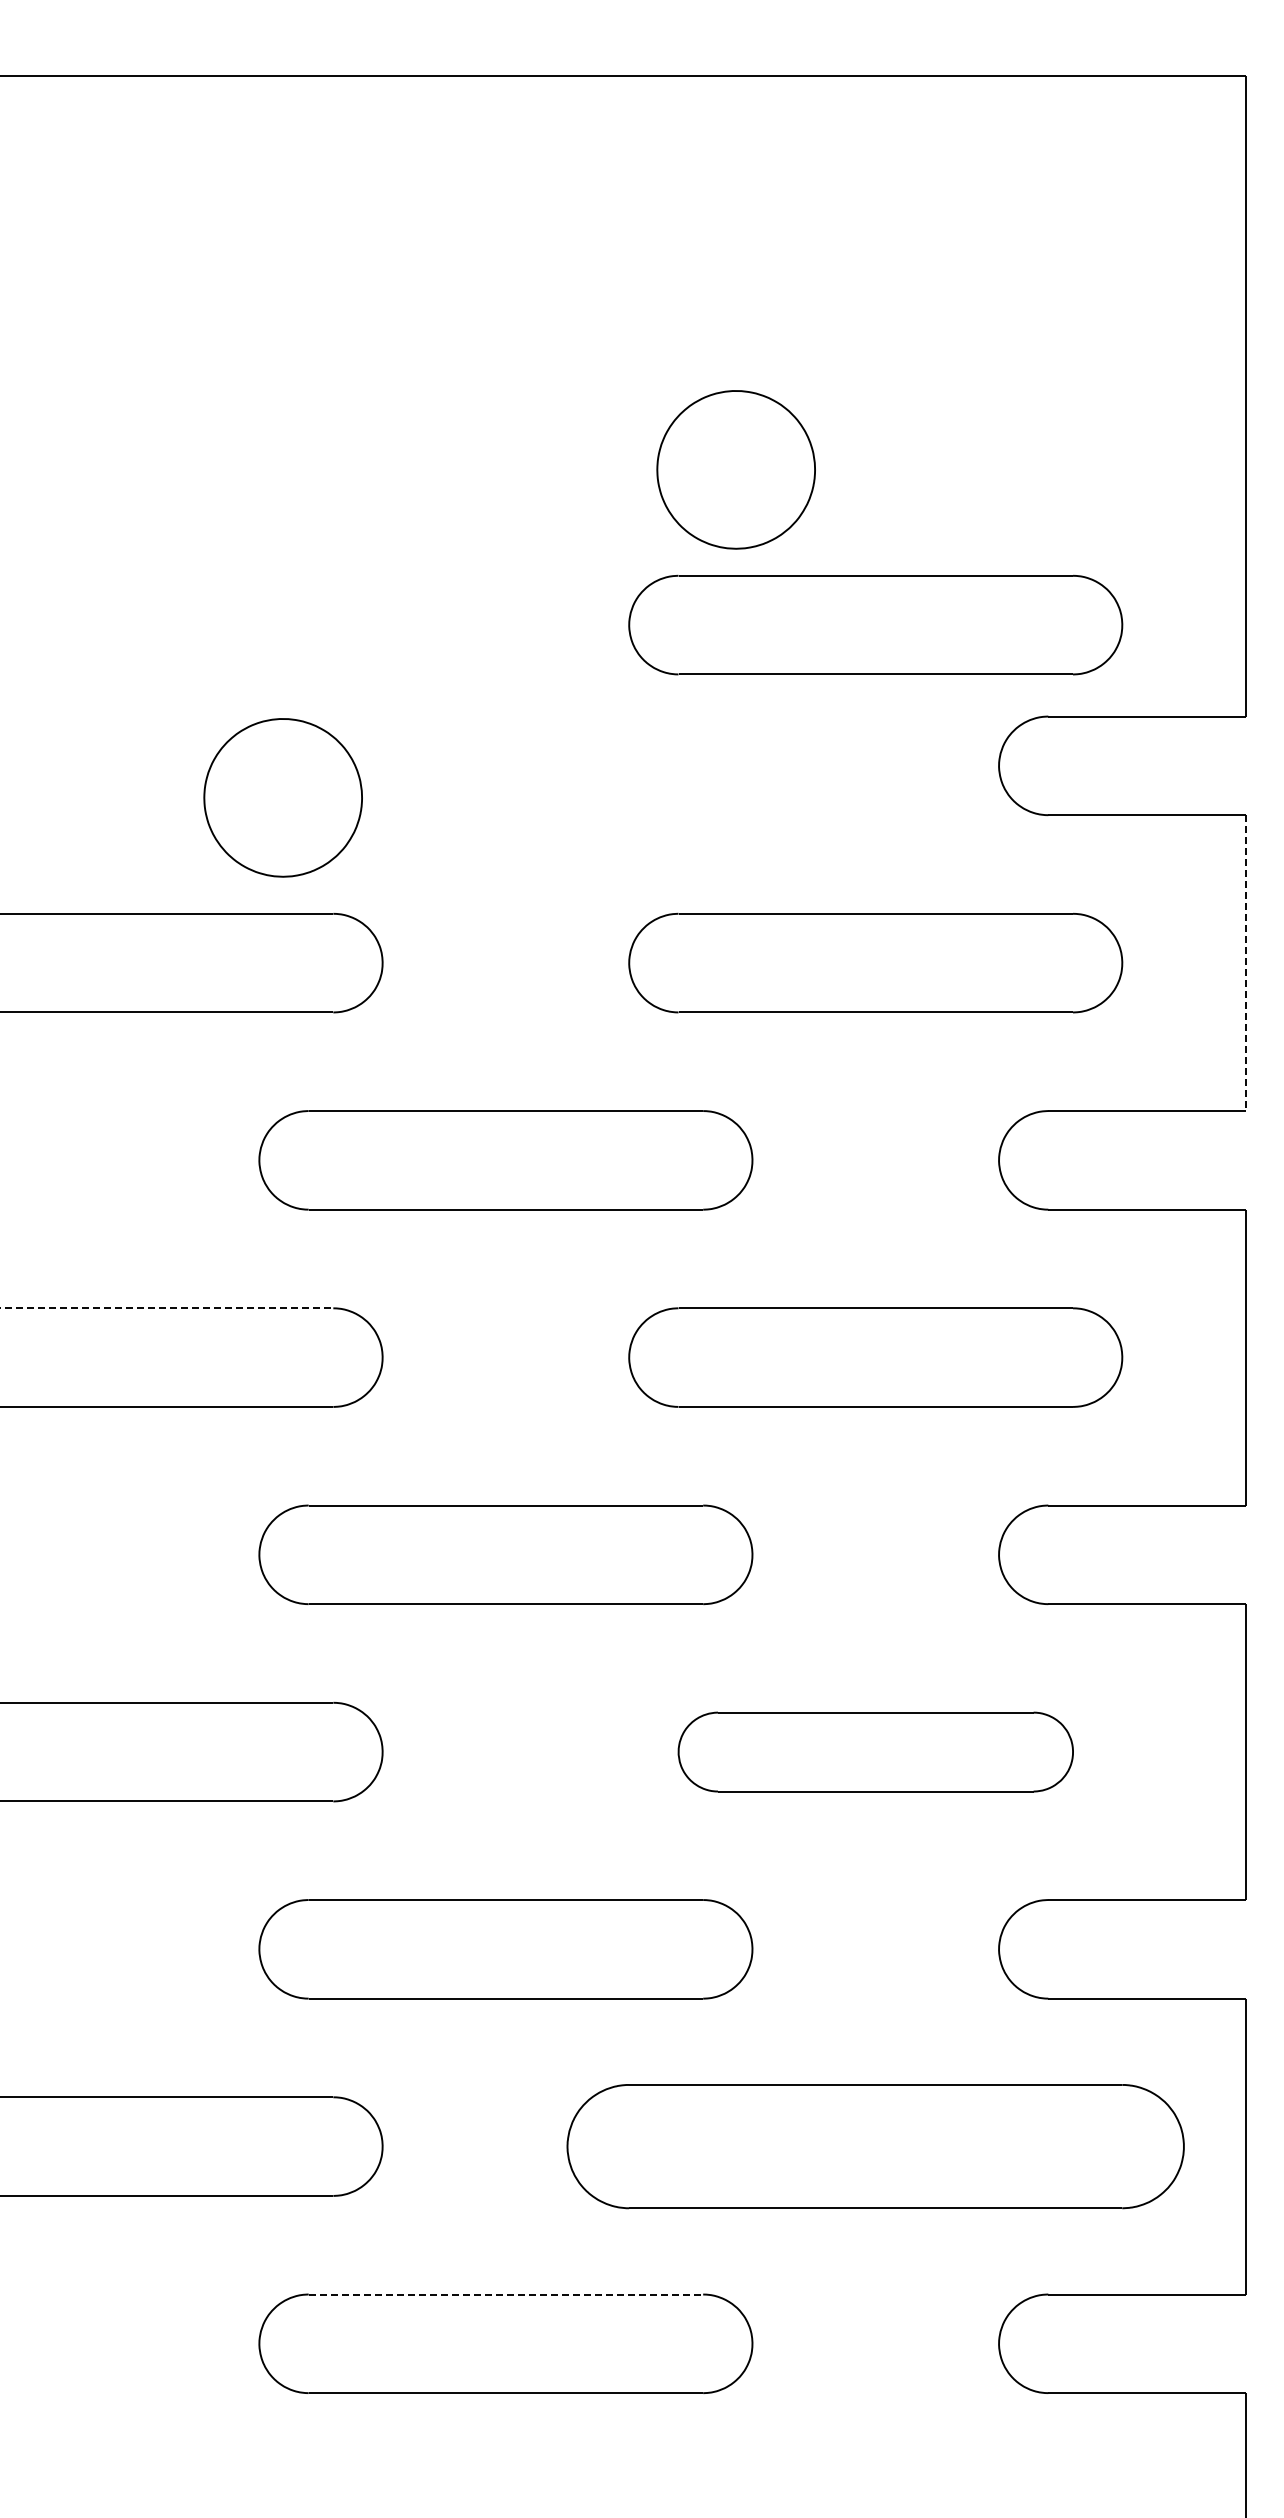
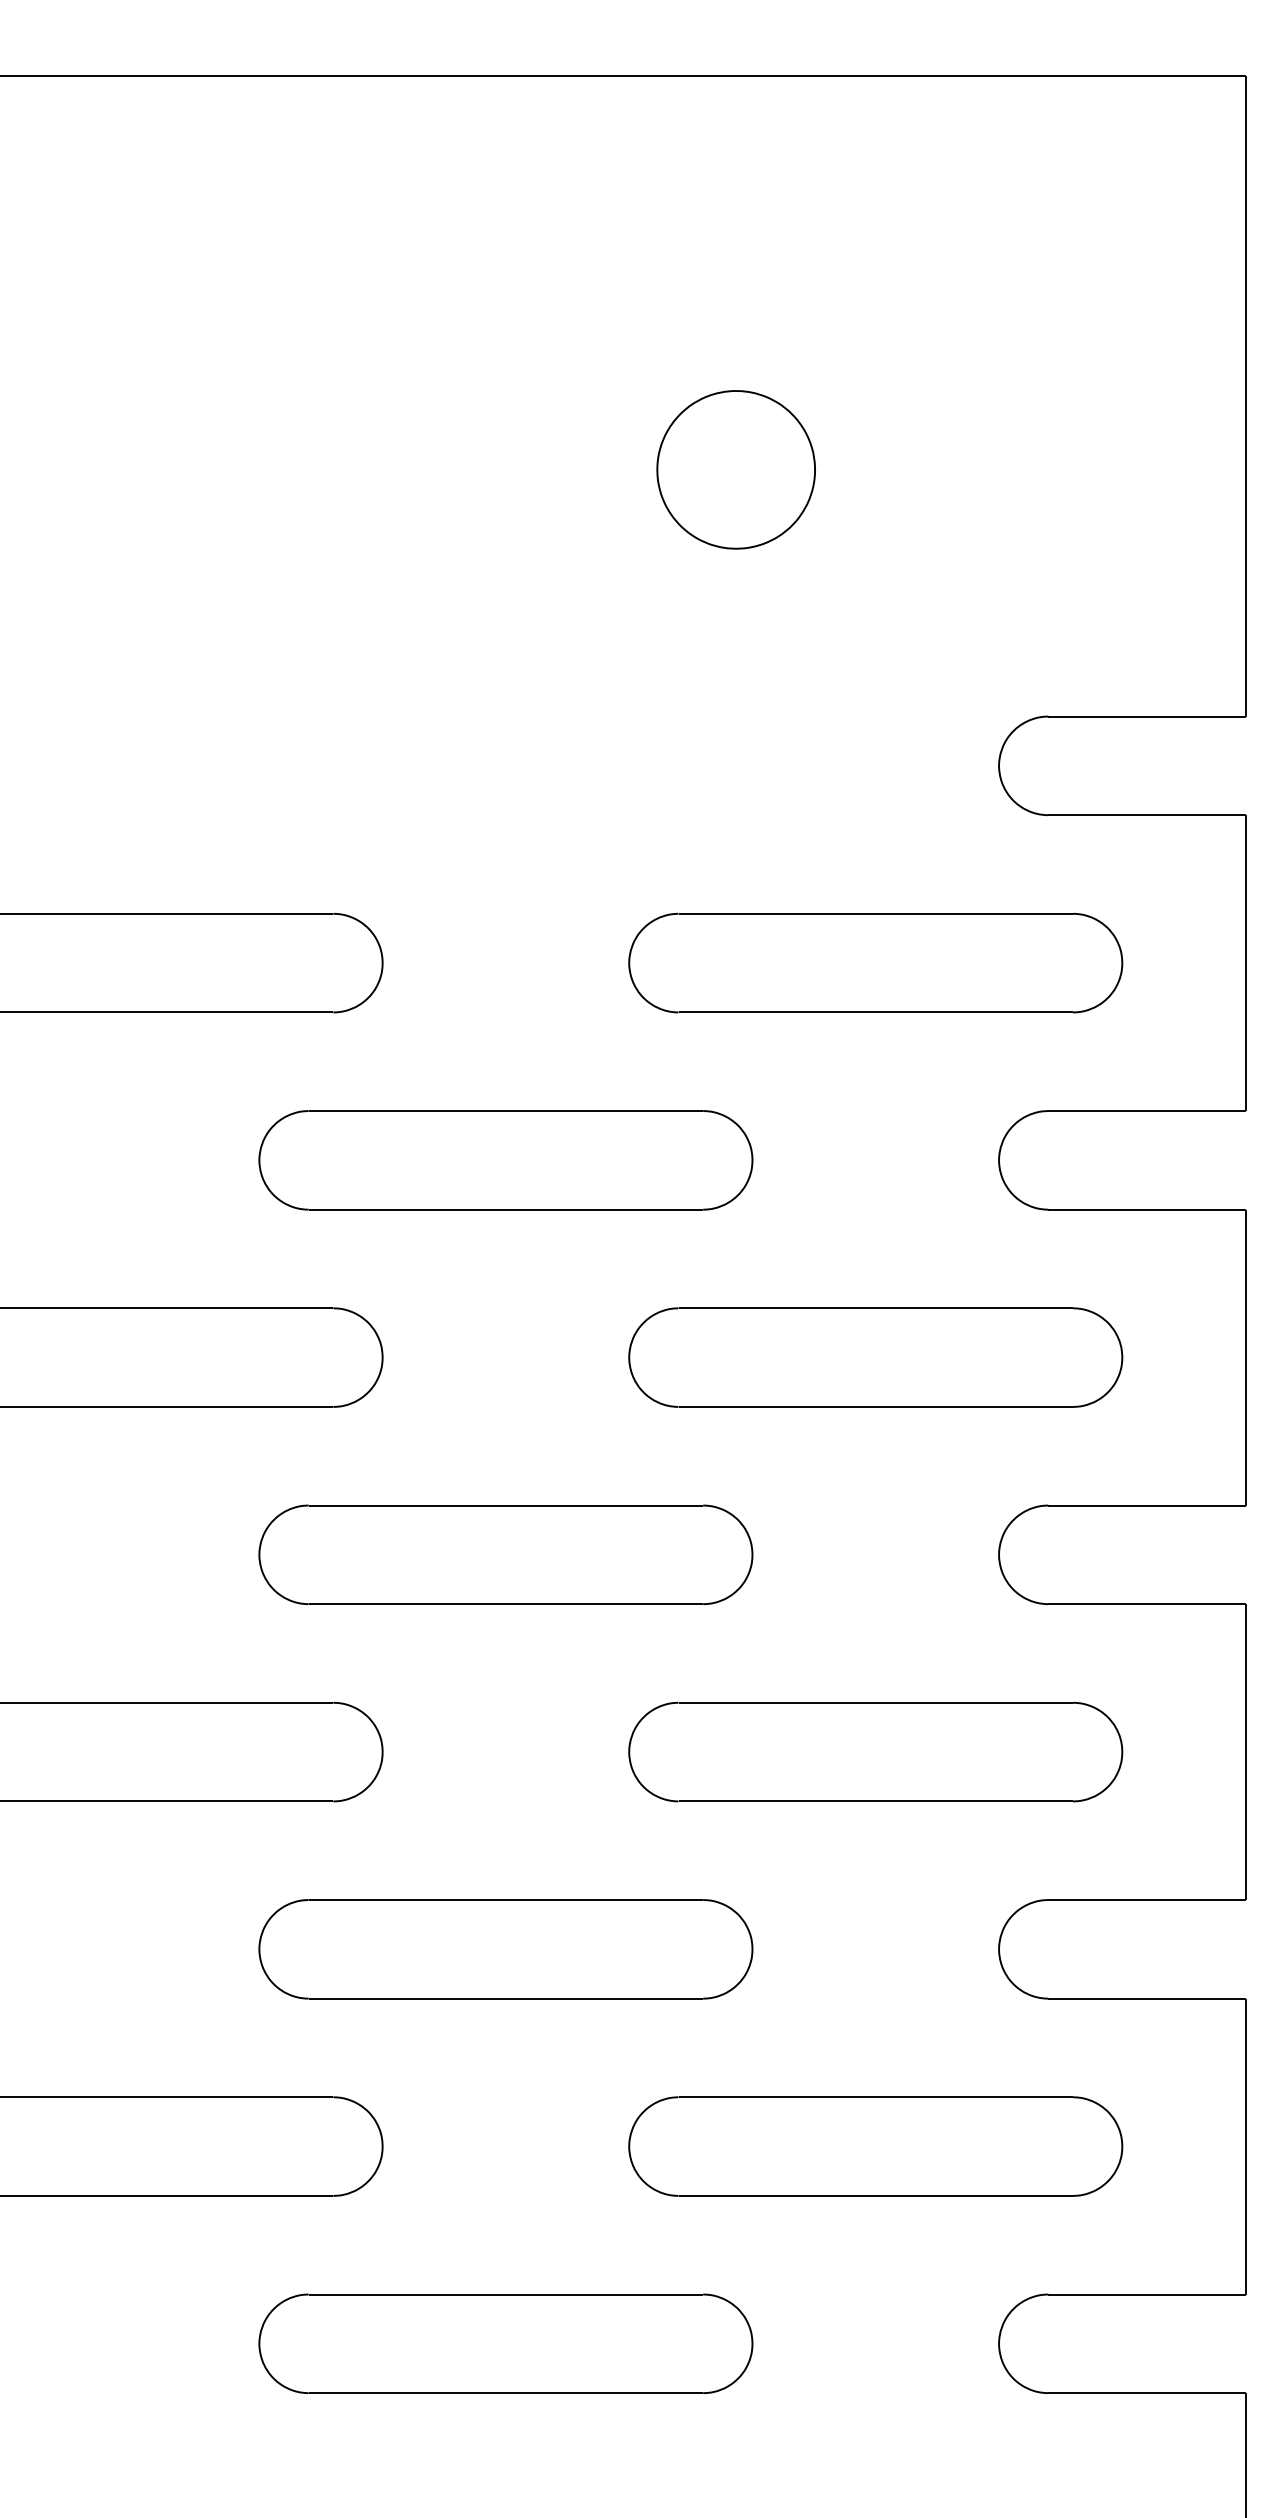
part at (875, 624): present -> none
part at (282, 797): present -> none
line at (1245, 963): dashed -> solid
line at (167, 1308): dashed -> solid
part at (875, 1751) size: 397x82 px -> 496x102 px
part at (875, 2146) size: 619x126 px -> 496x101 px
line at (506, 2294): dashed -> solid
